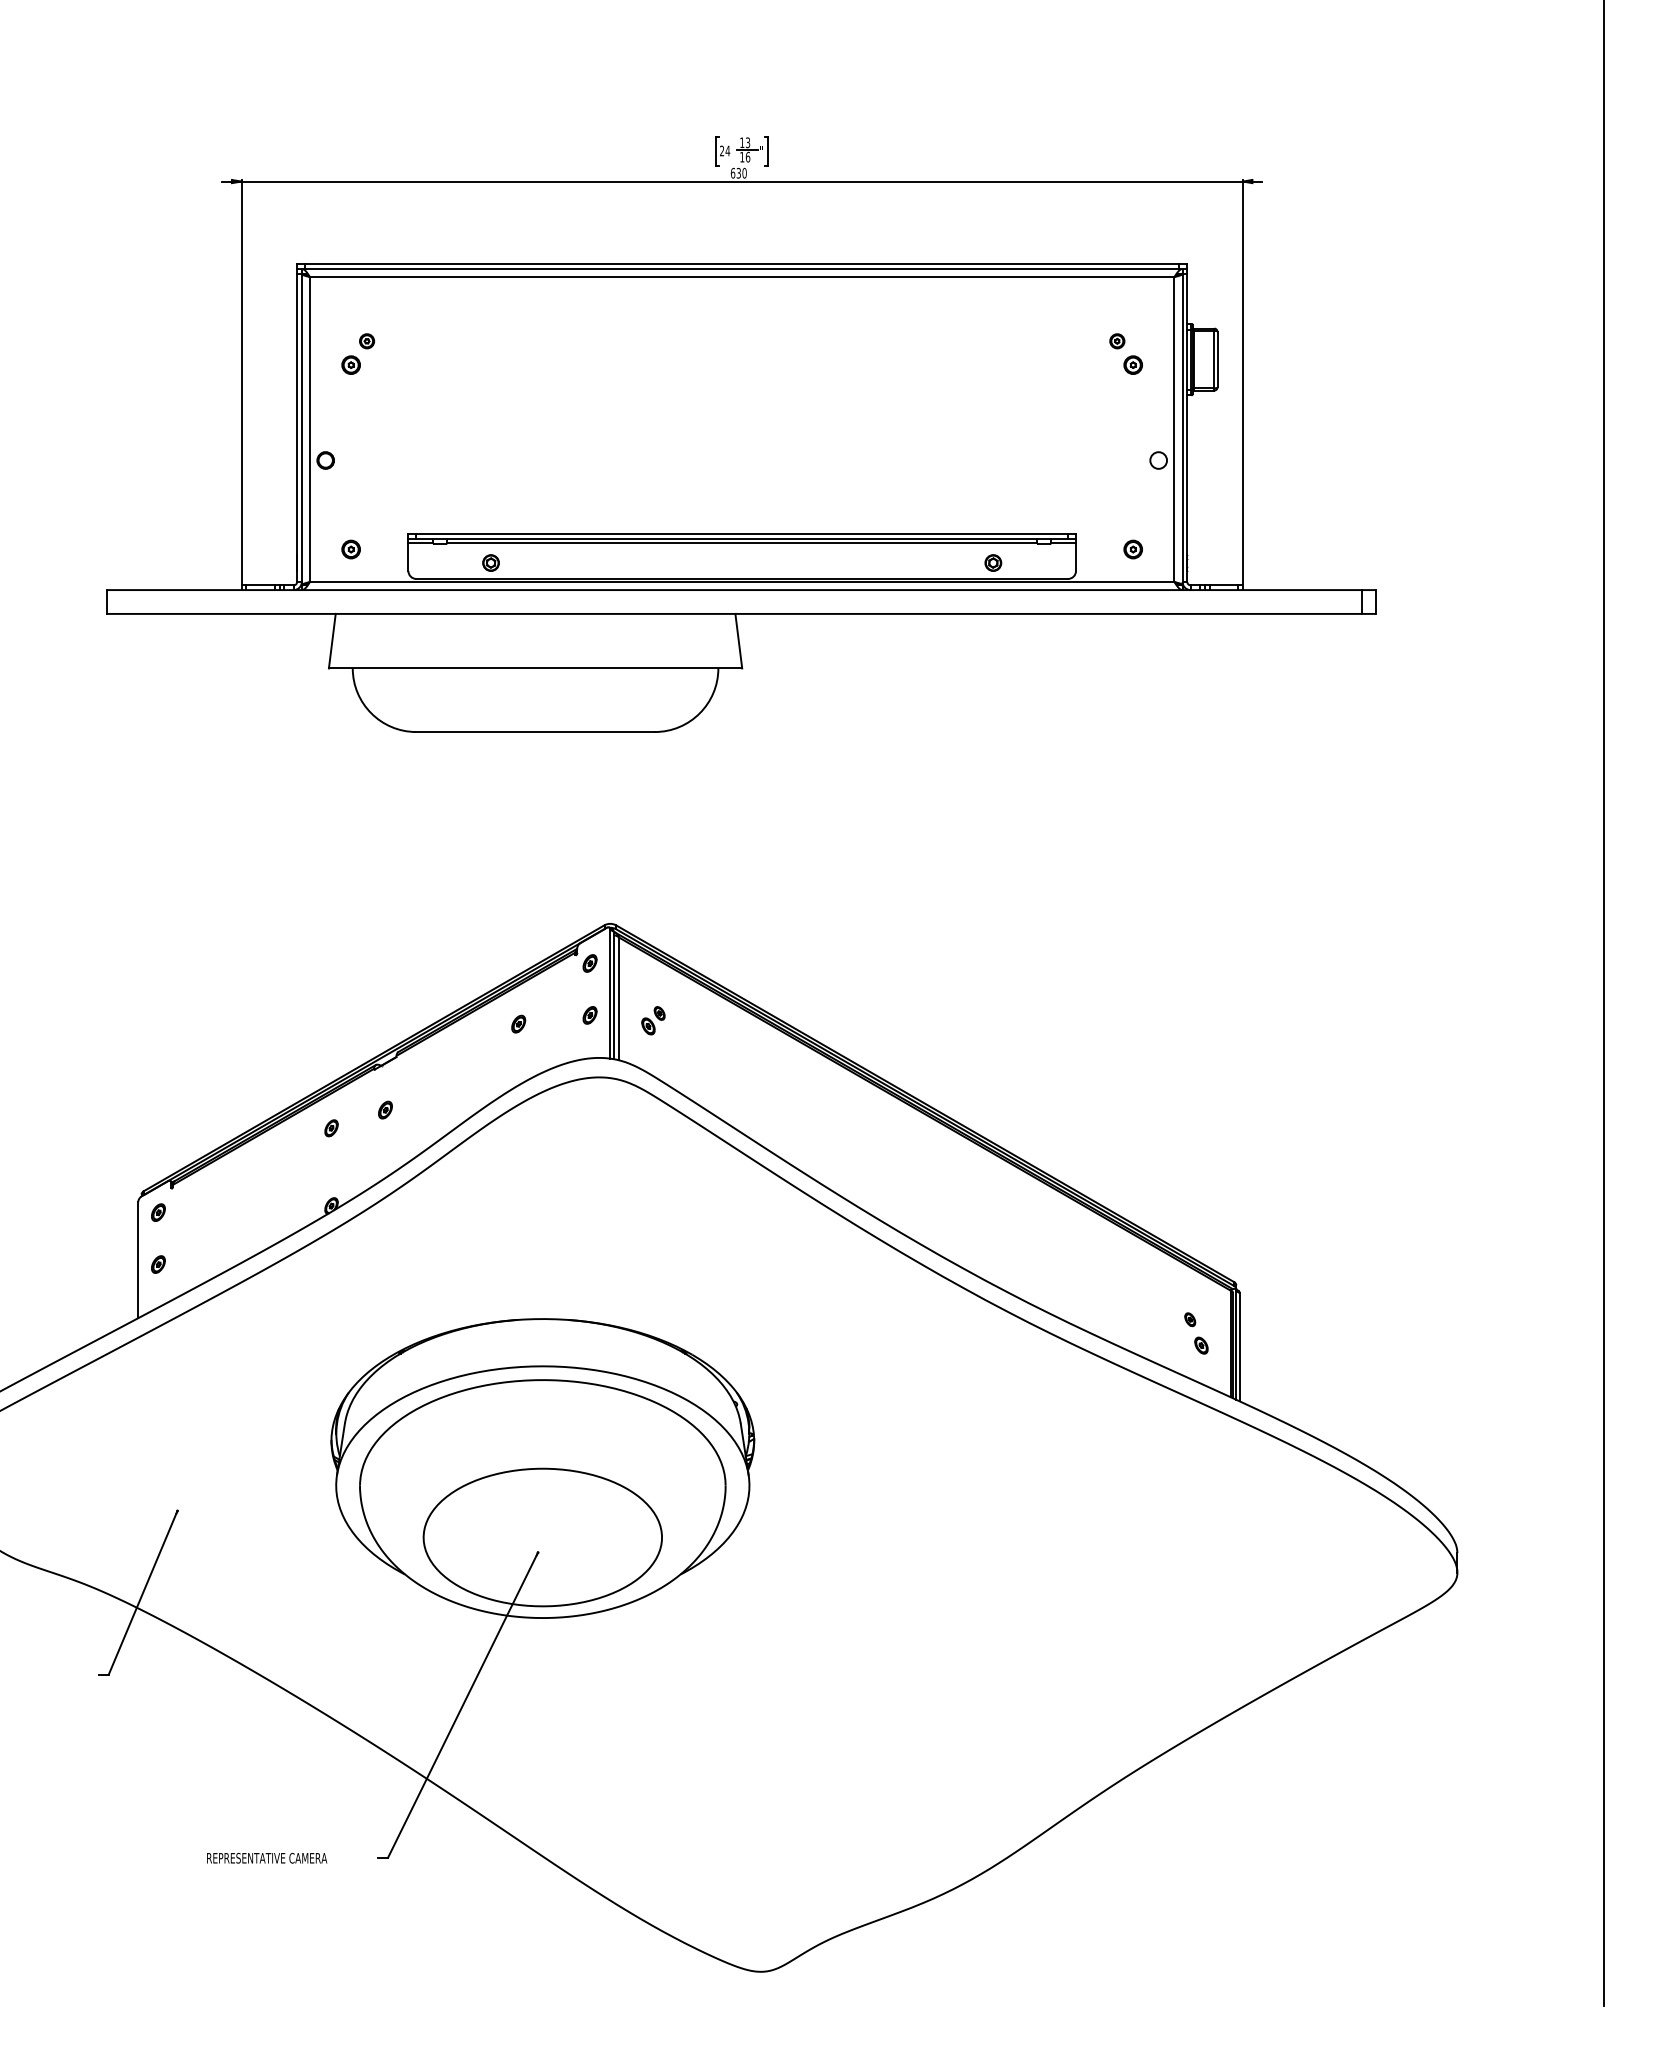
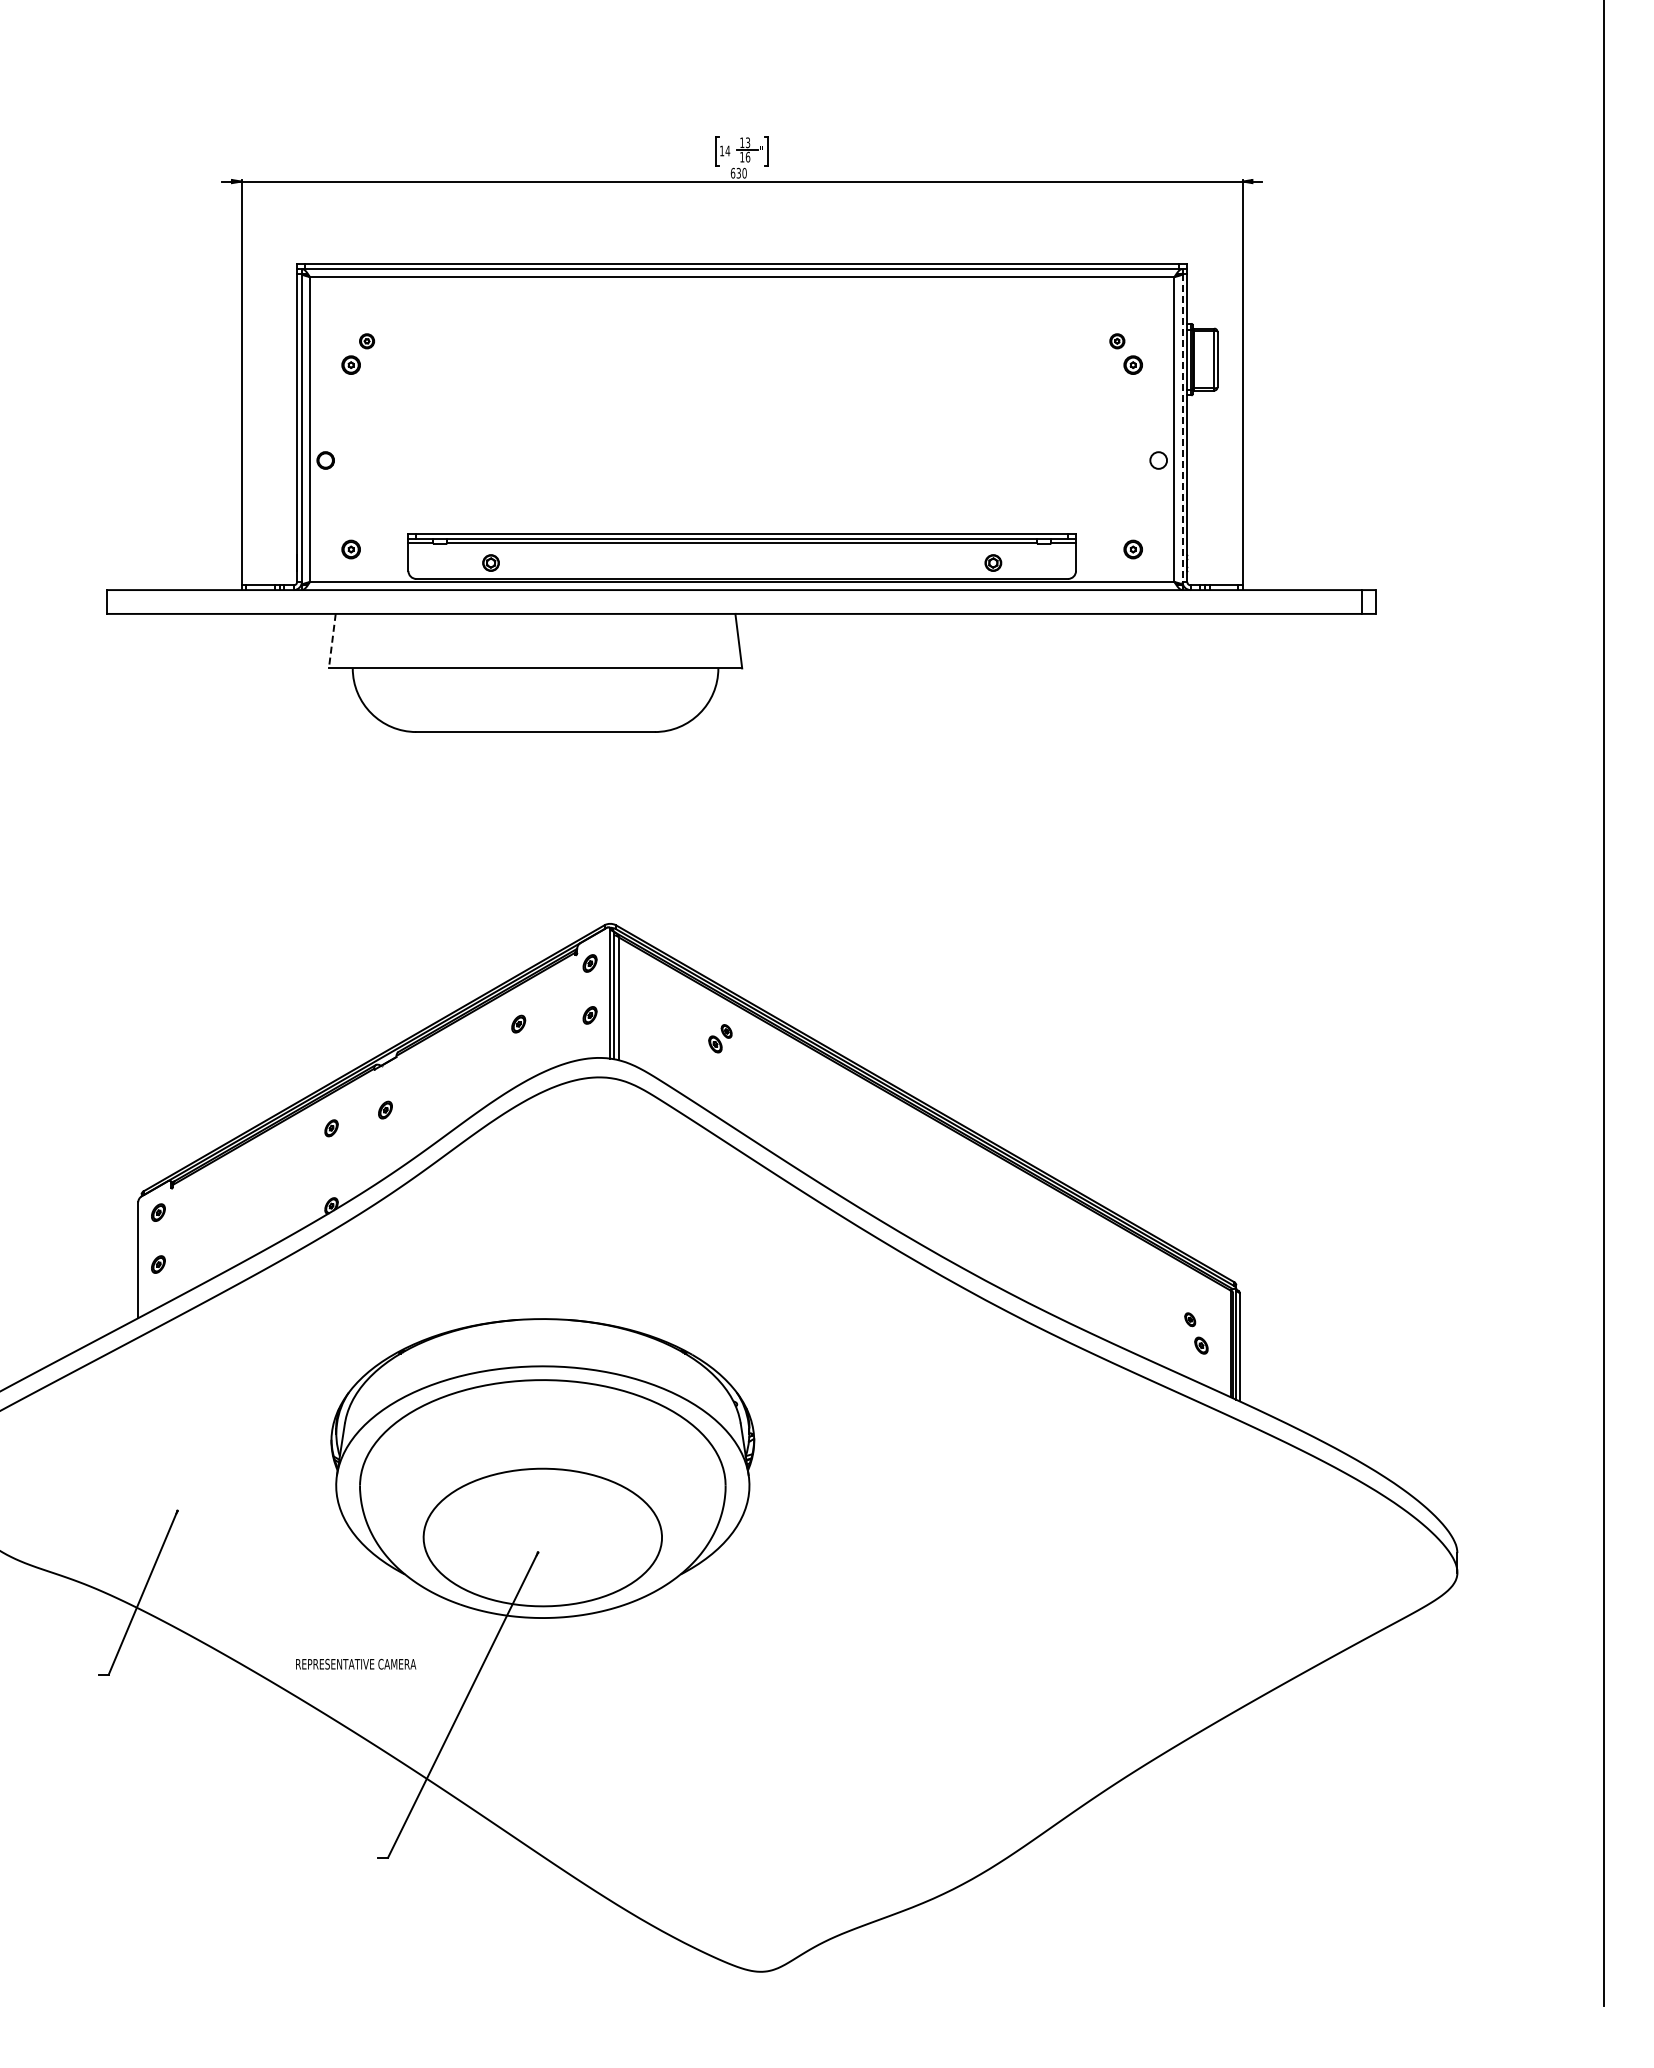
text at (721, 150): 24 -> 14
line at (1182, 428): solid -> dashed
line at (332, 641): solid -> dashed
part at (653, 1020) position: (653, 1020) -> (720, 1038)
text at (267, 1857) position: (267, 1857) -> (356, 1663)
